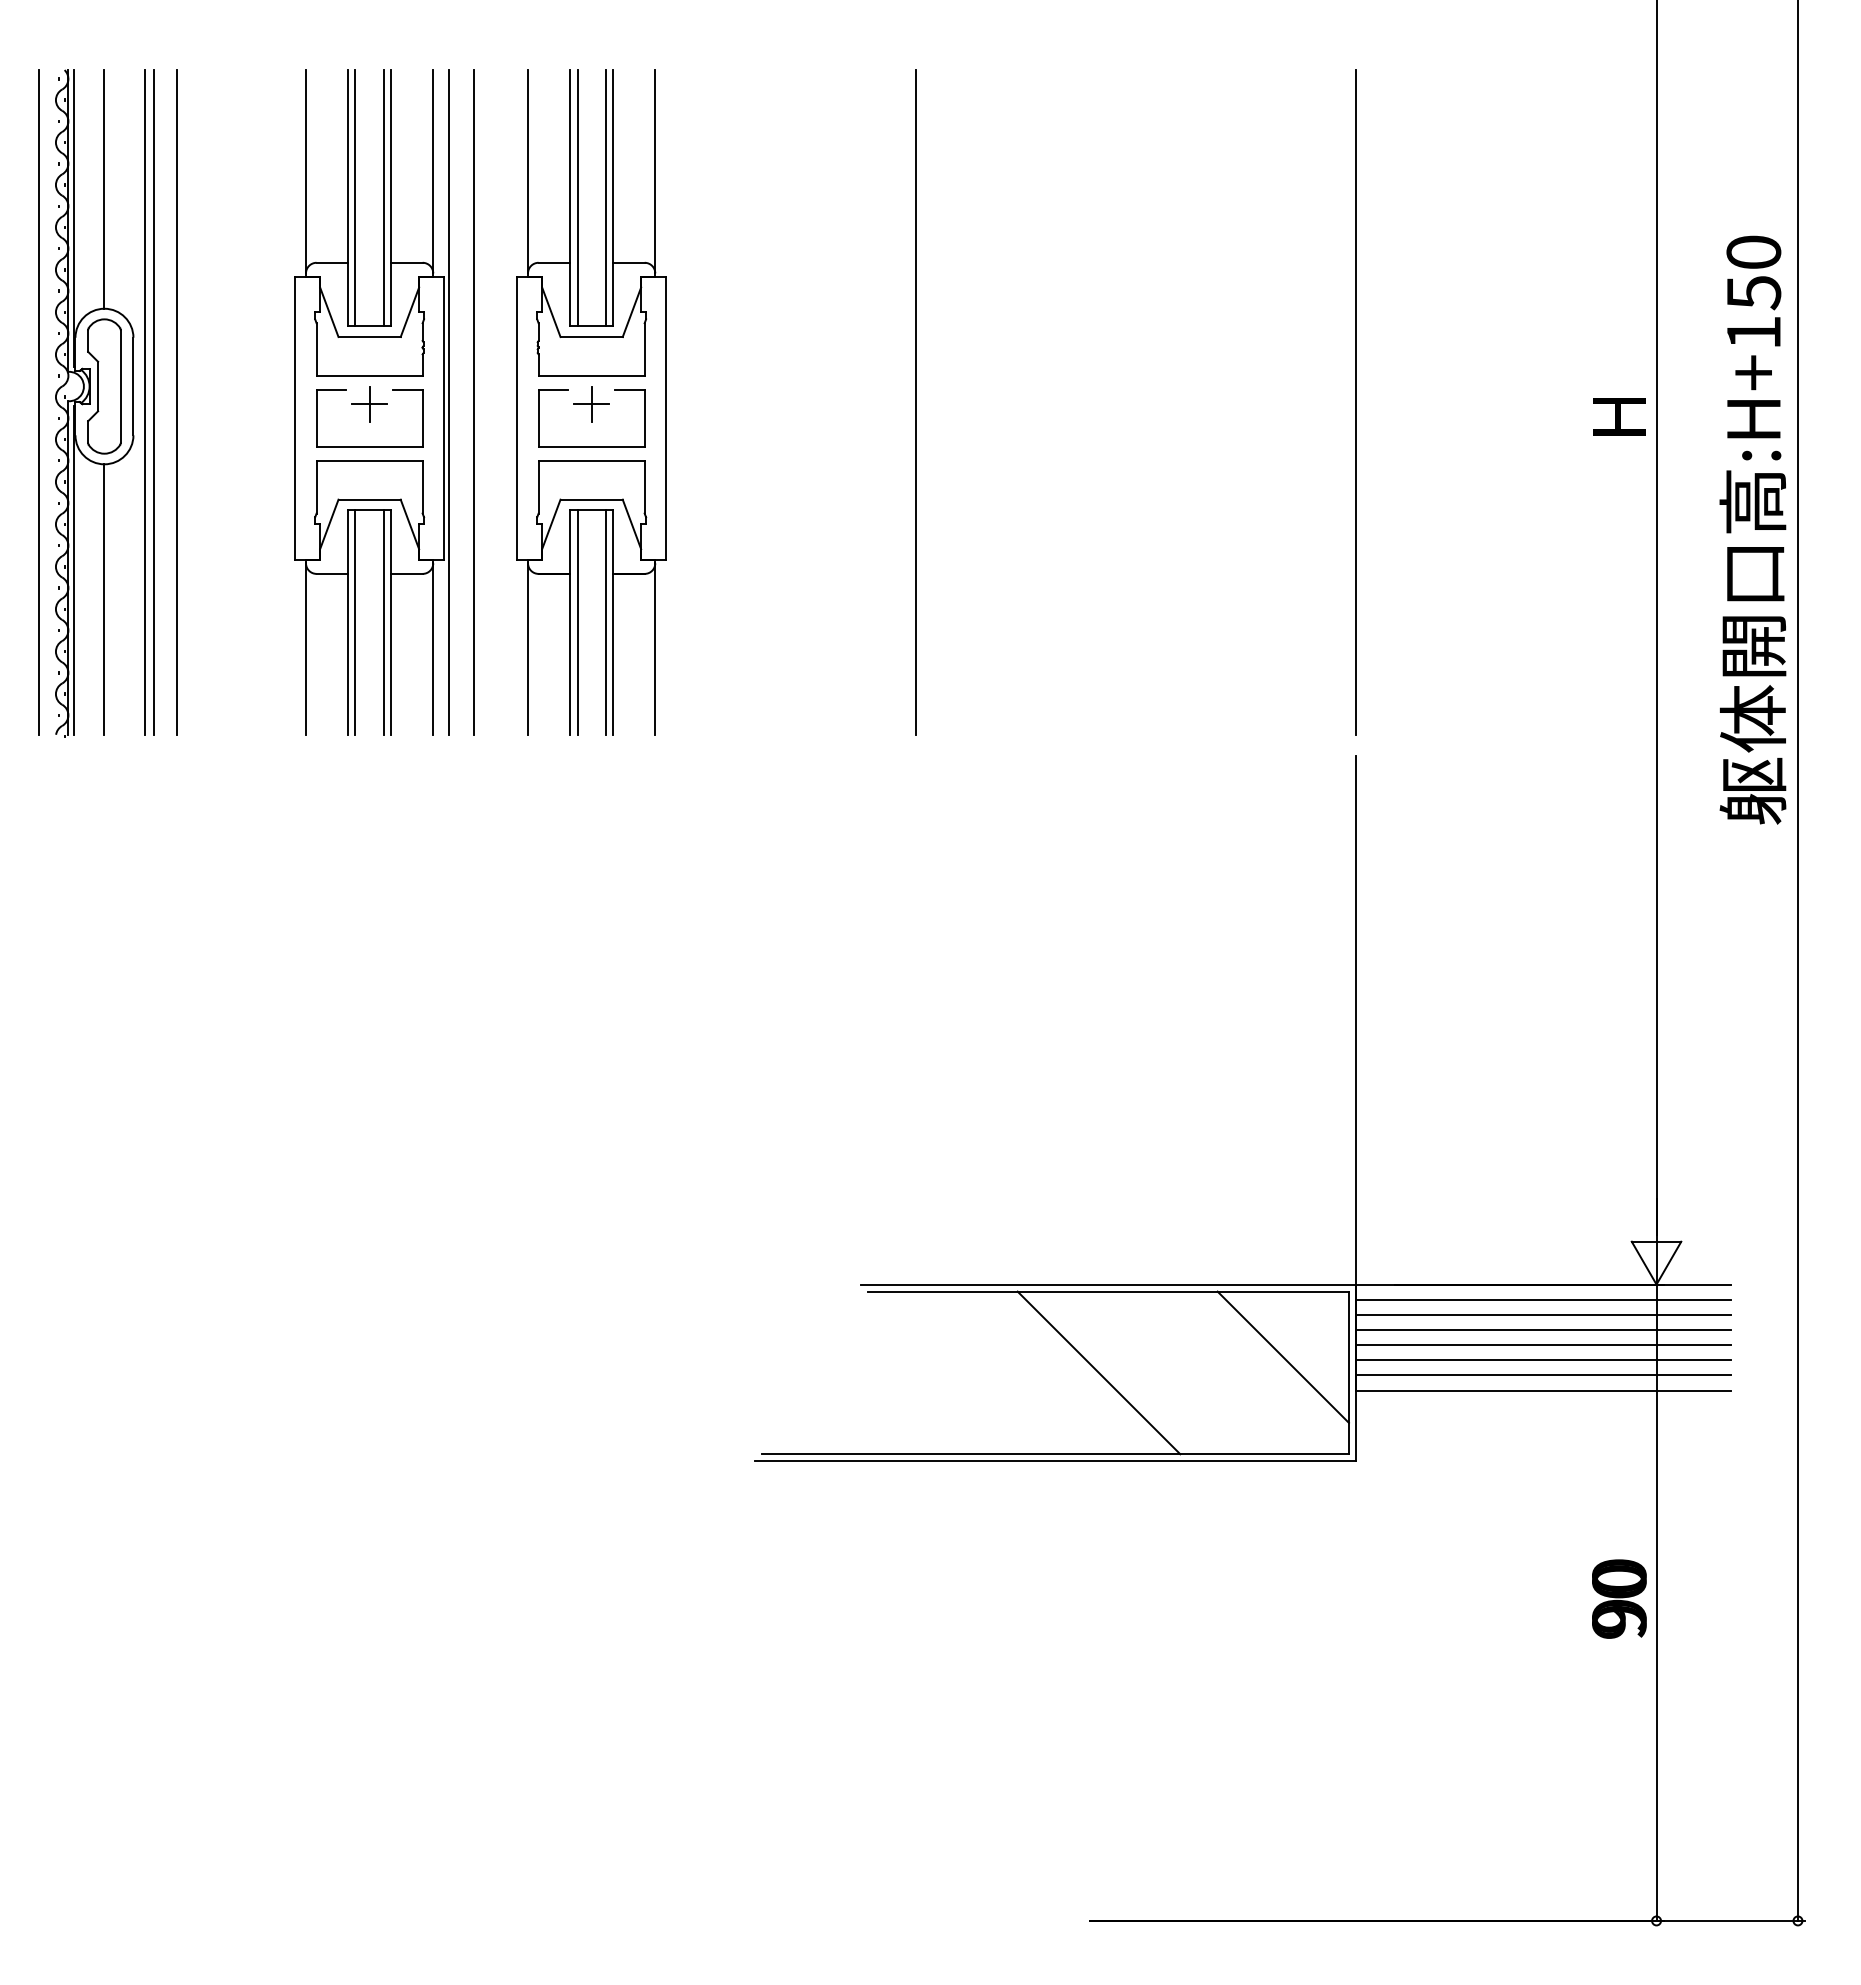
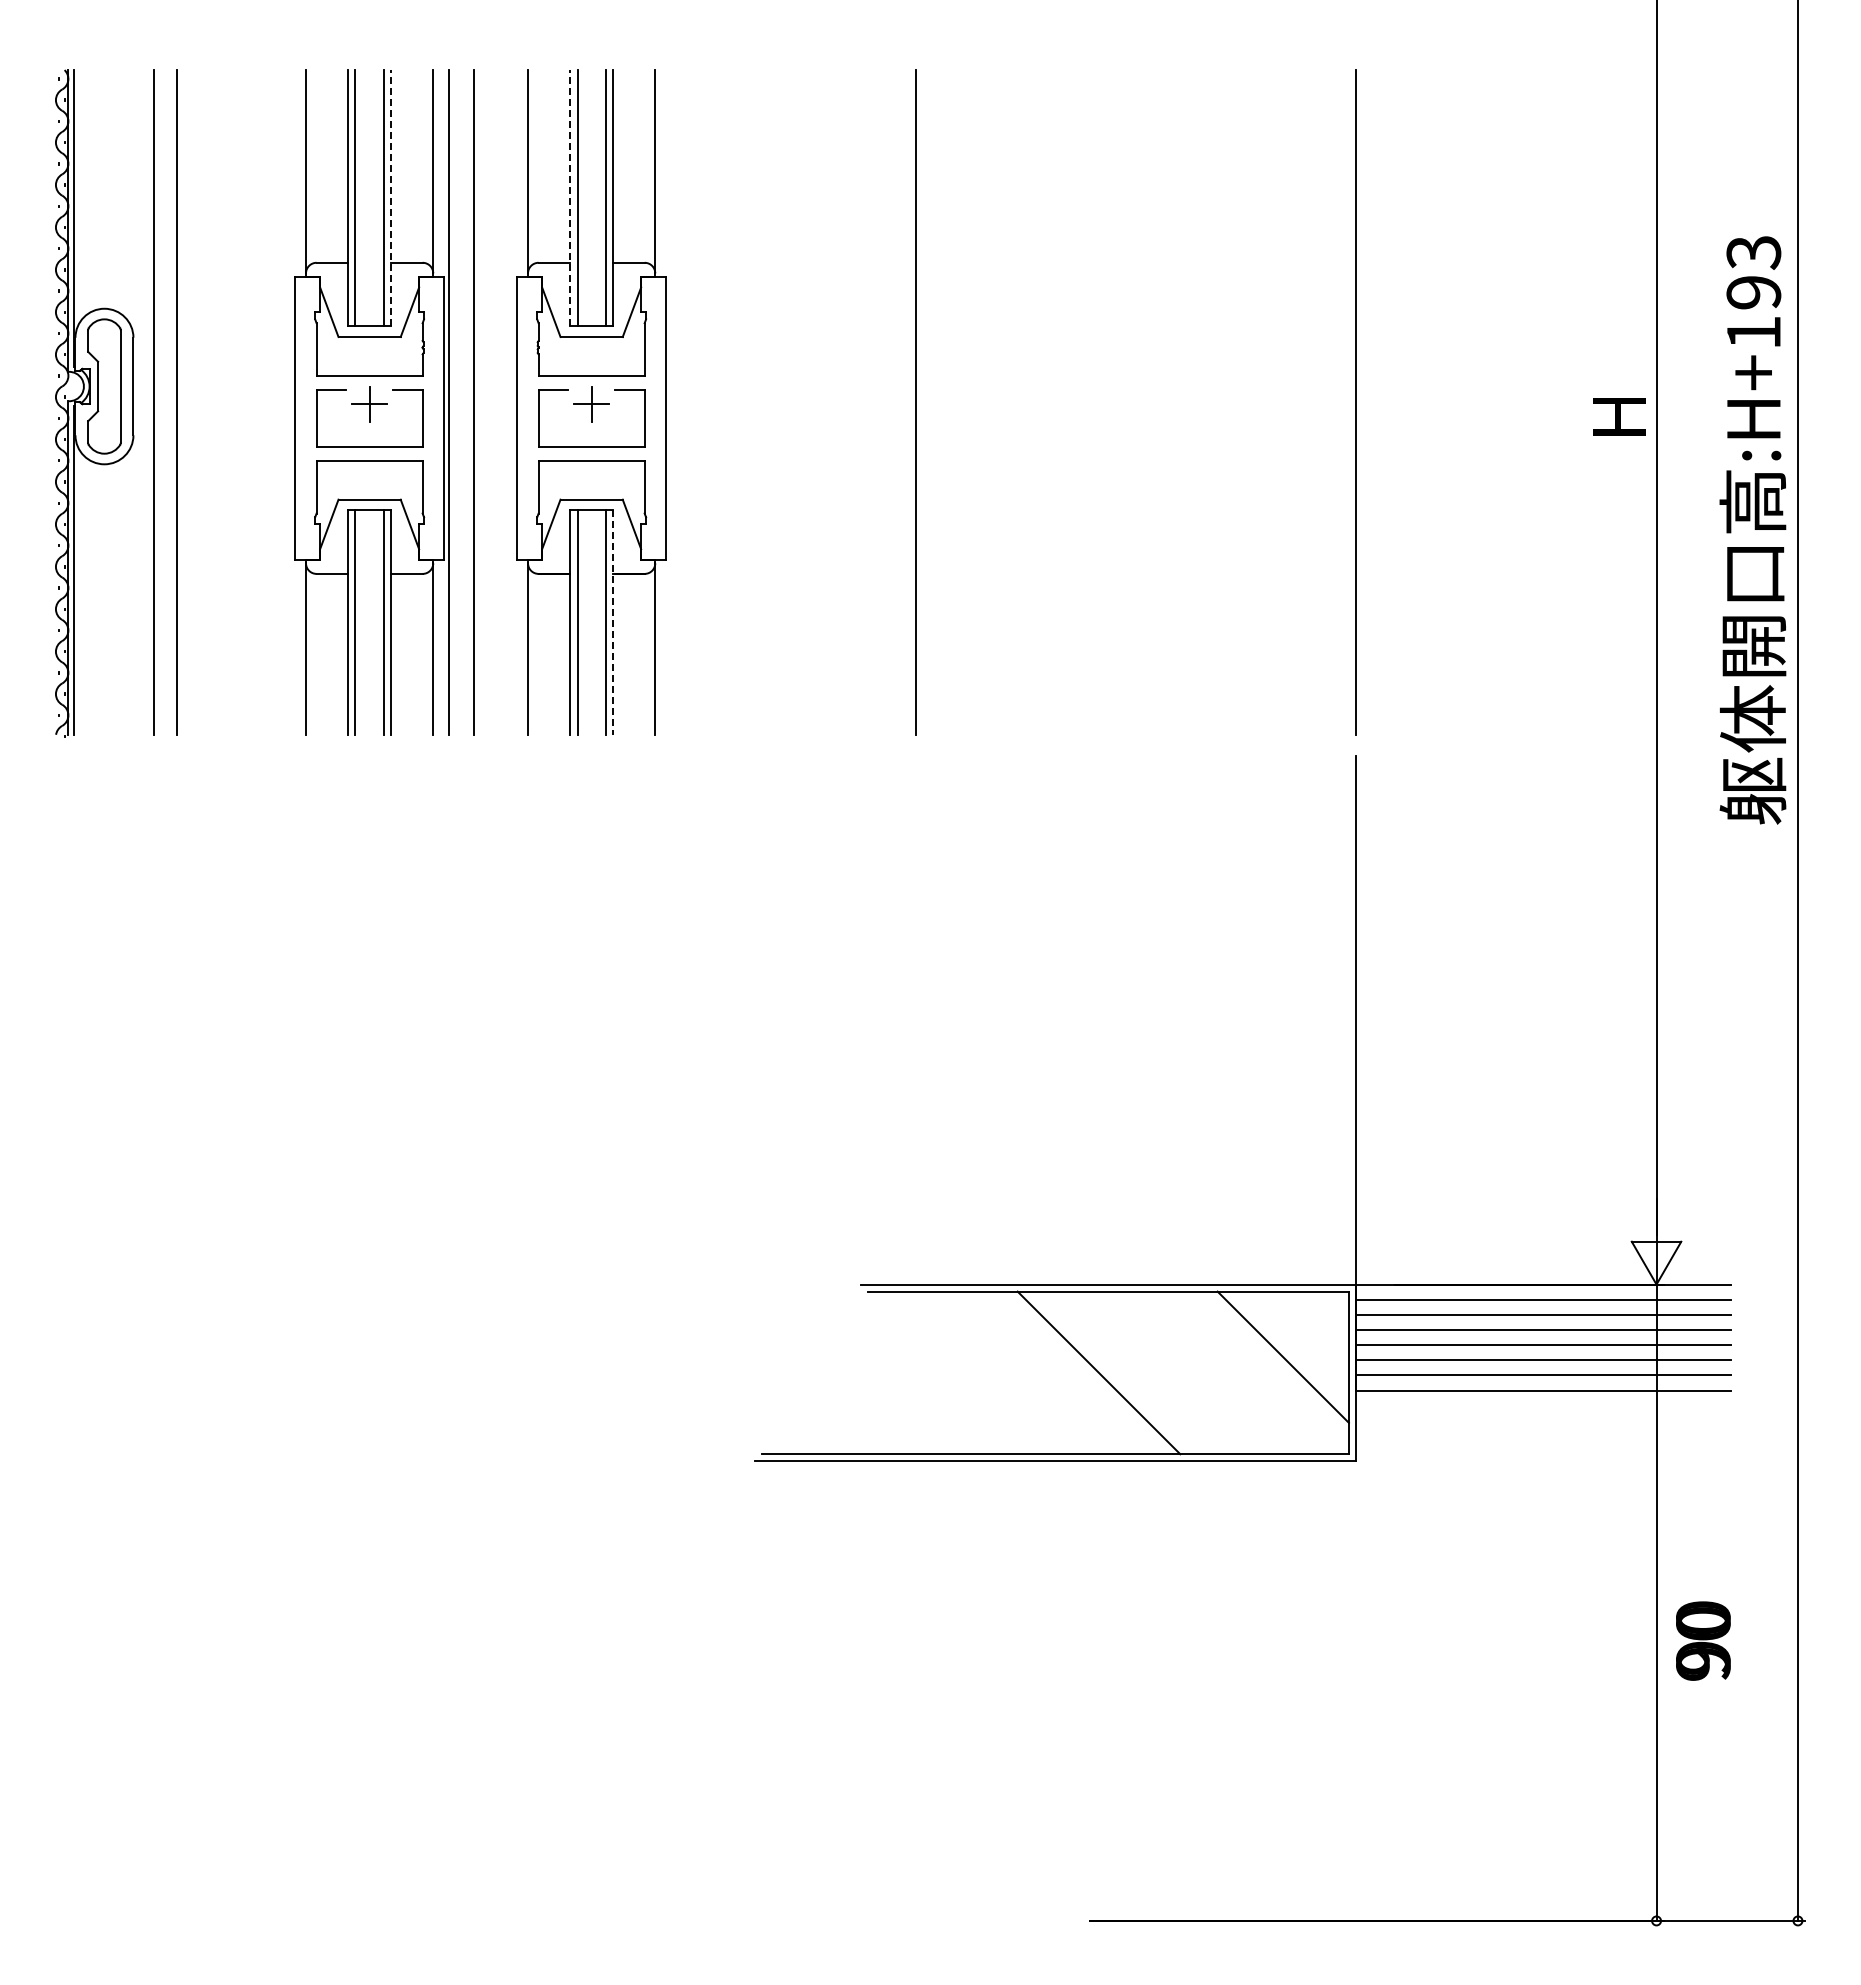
line at (103, 189): present -> none
line at (390, 197): solid -> dashed
line at (570, 197): solid -> dashed
text at (1753, 272): :H+150 -> :H+193
line at (38, 402): present -> none
line at (145, 402): present -> none
line at (103, 599): present -> none
line at (612, 623): solid -> dashed
text at (1619, 1598) position: (1619, 1598) -> (1703, 1640)
